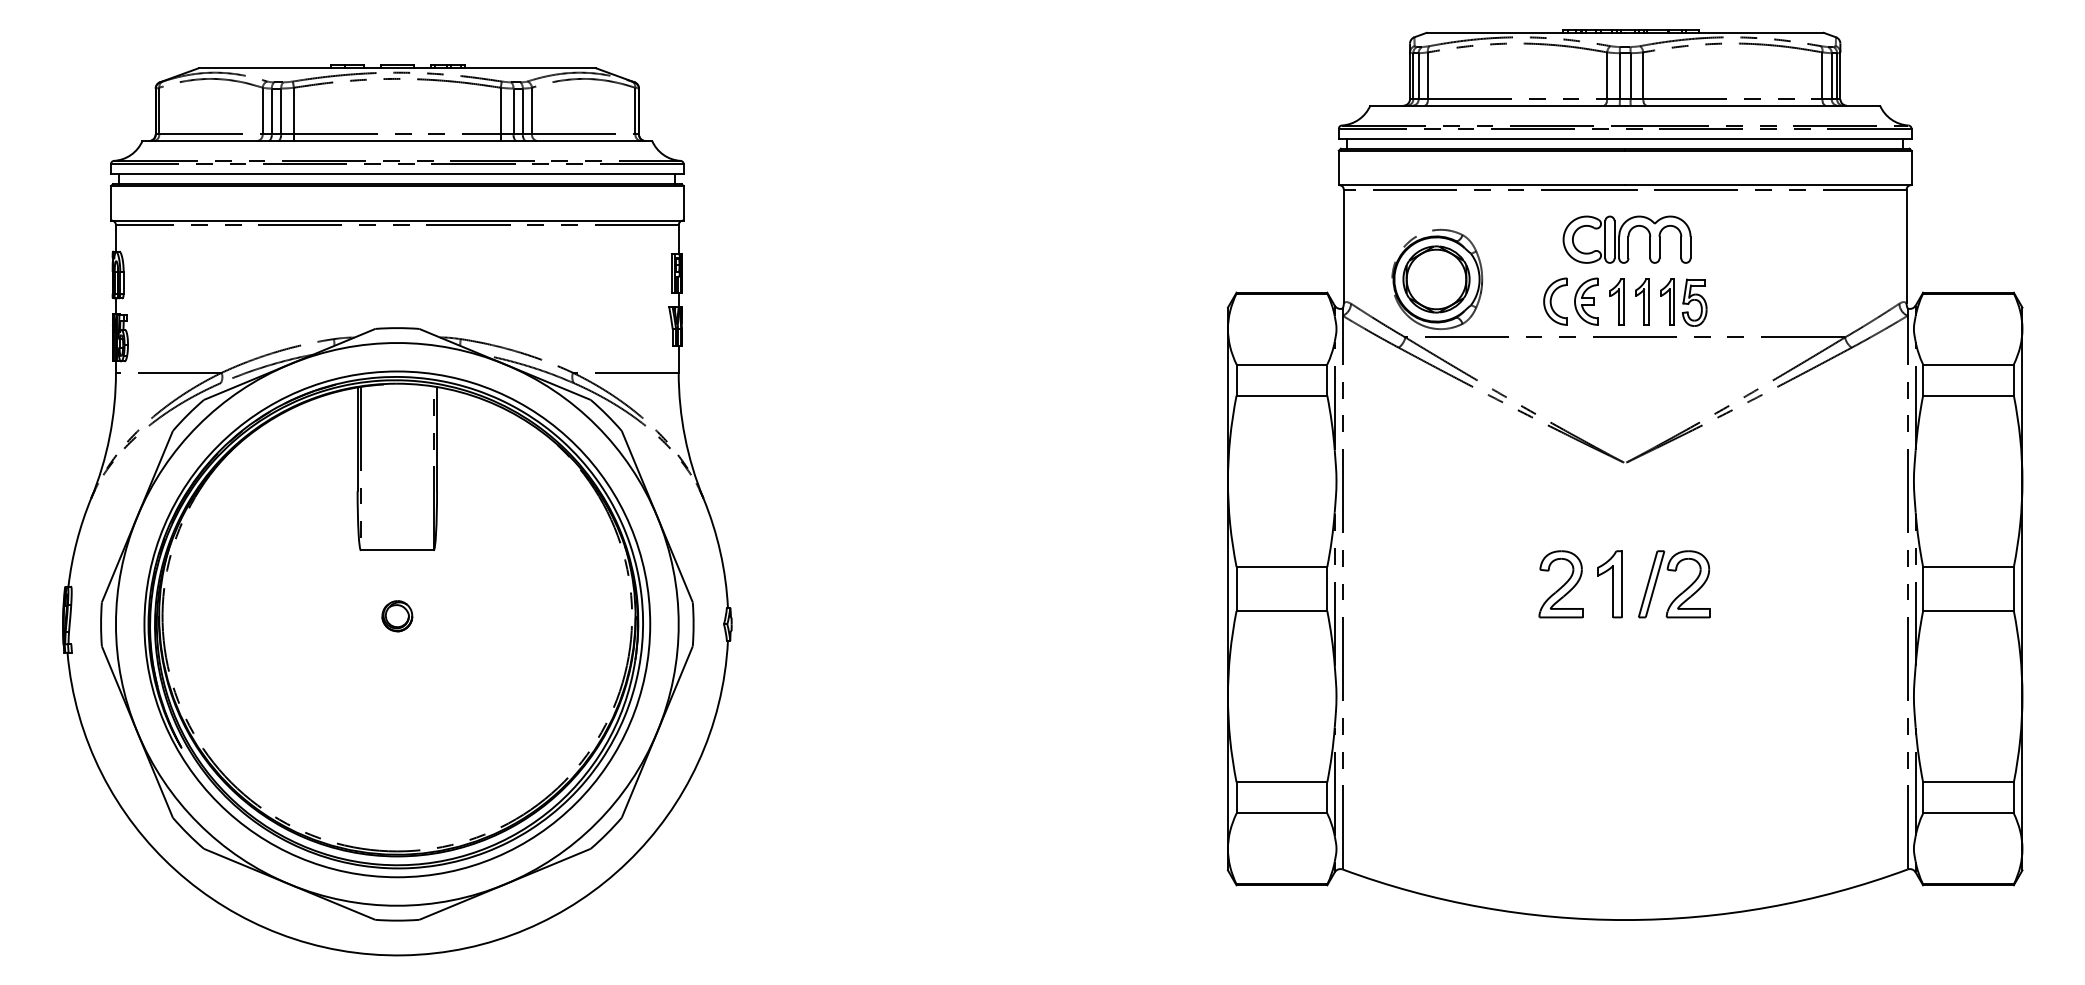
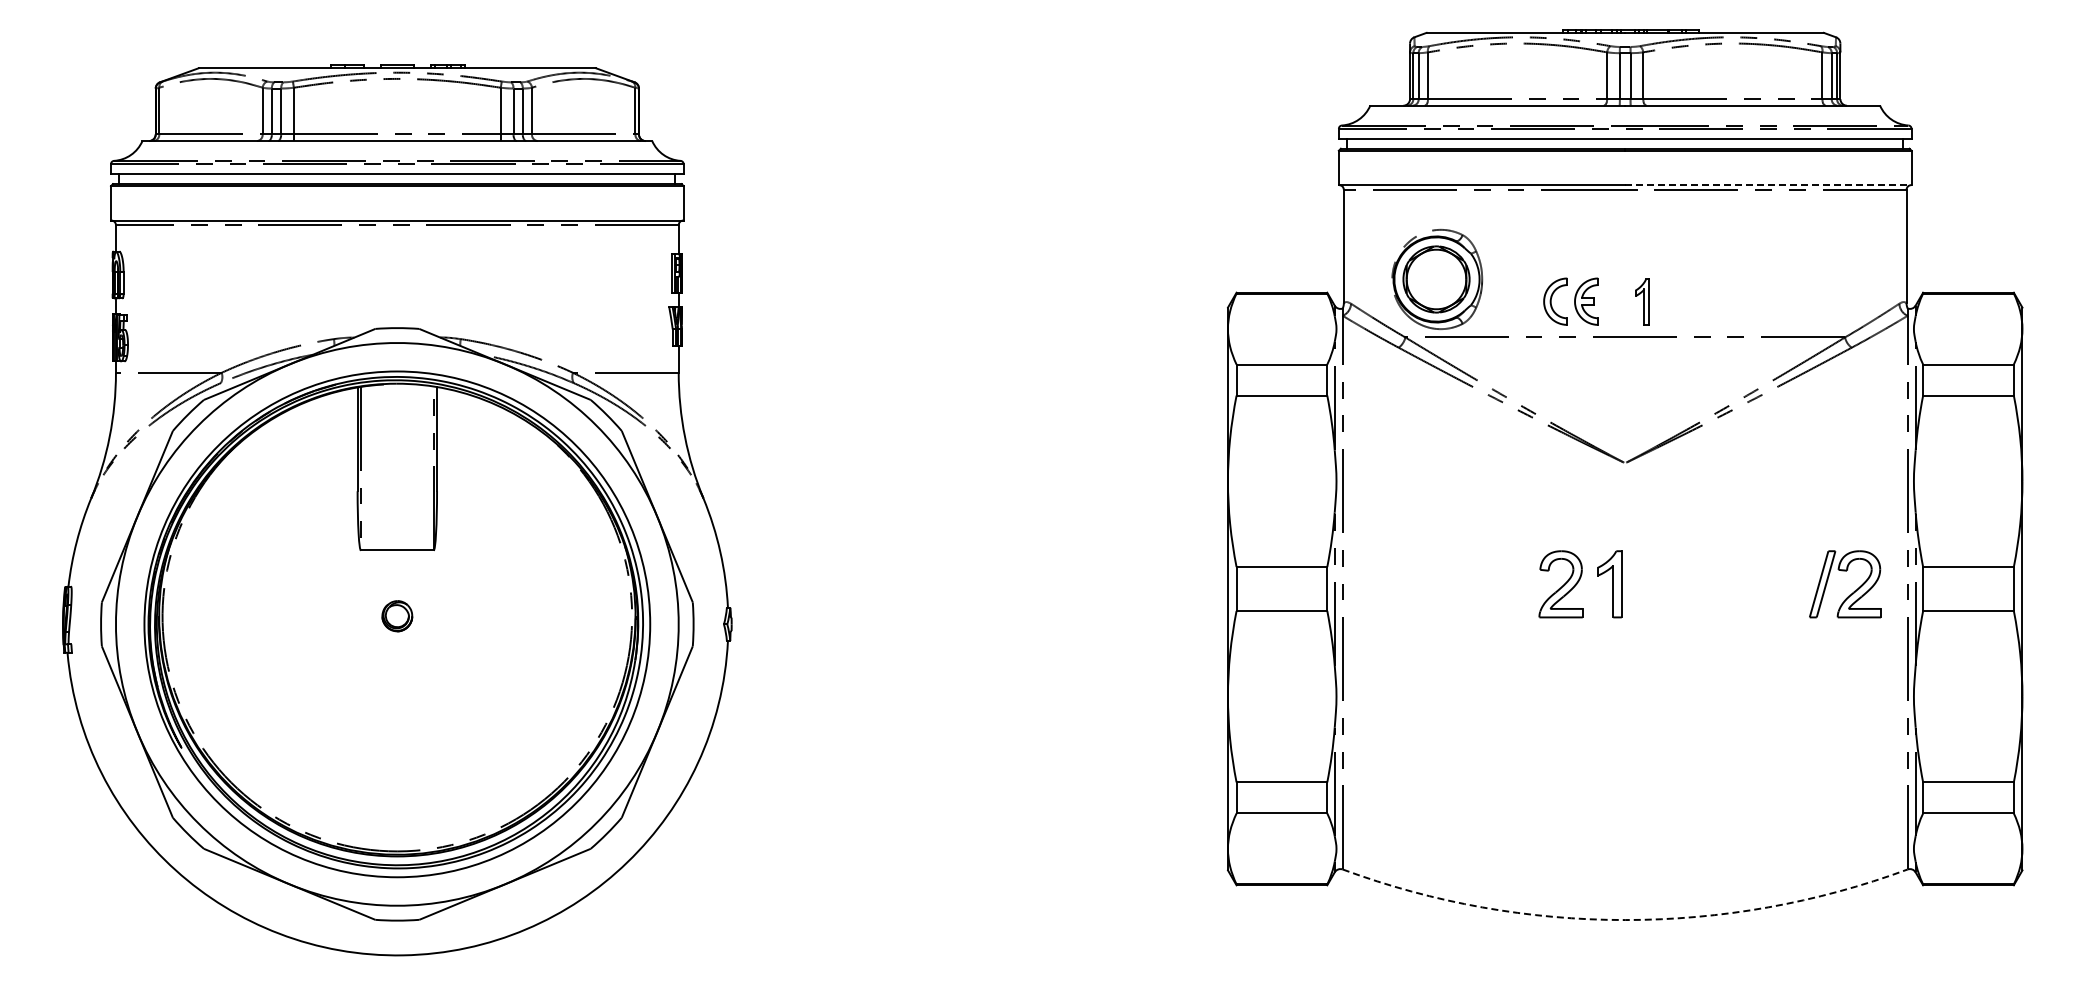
line at (1768, 185): solid -> dashed
part at (1626, 239): present -> none
part at (1616, 301): present -> none
part at (1683, 302): present -> none
part at (1682, 591) position: (1682, 591) -> (1853, 591)
arc at (1625, 920): solid -> dashed
